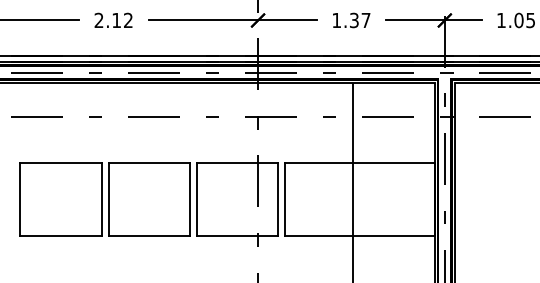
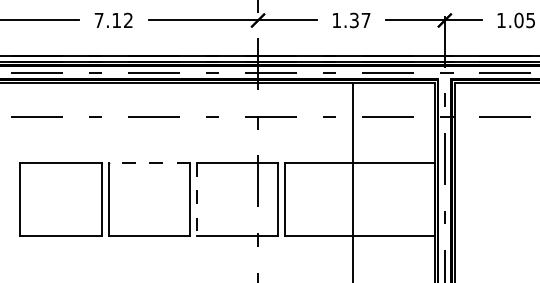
text at (98, 19): 2.12 -> 7.12
line at (149, 163): solid -> dashed
line at (196, 199): solid -> dashed
